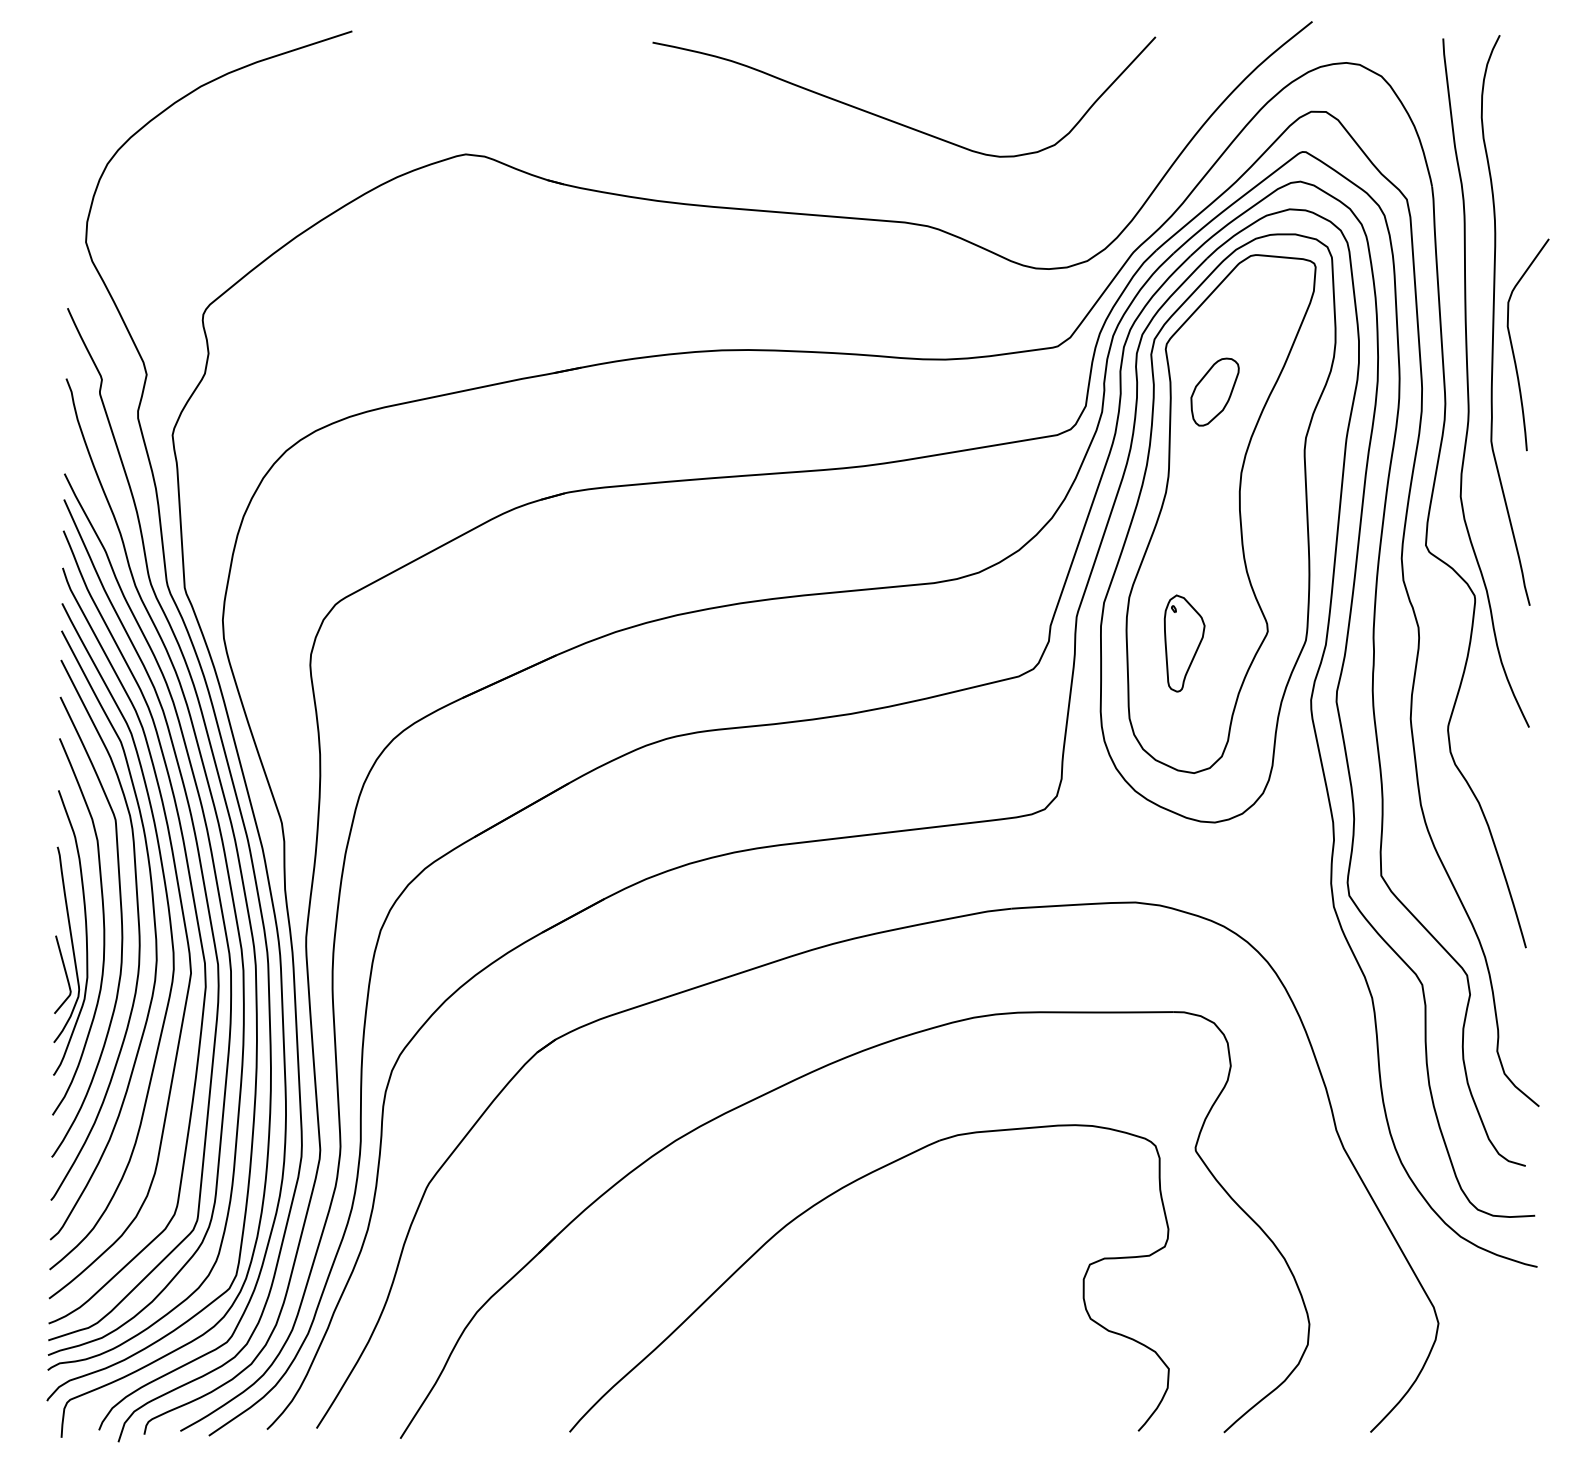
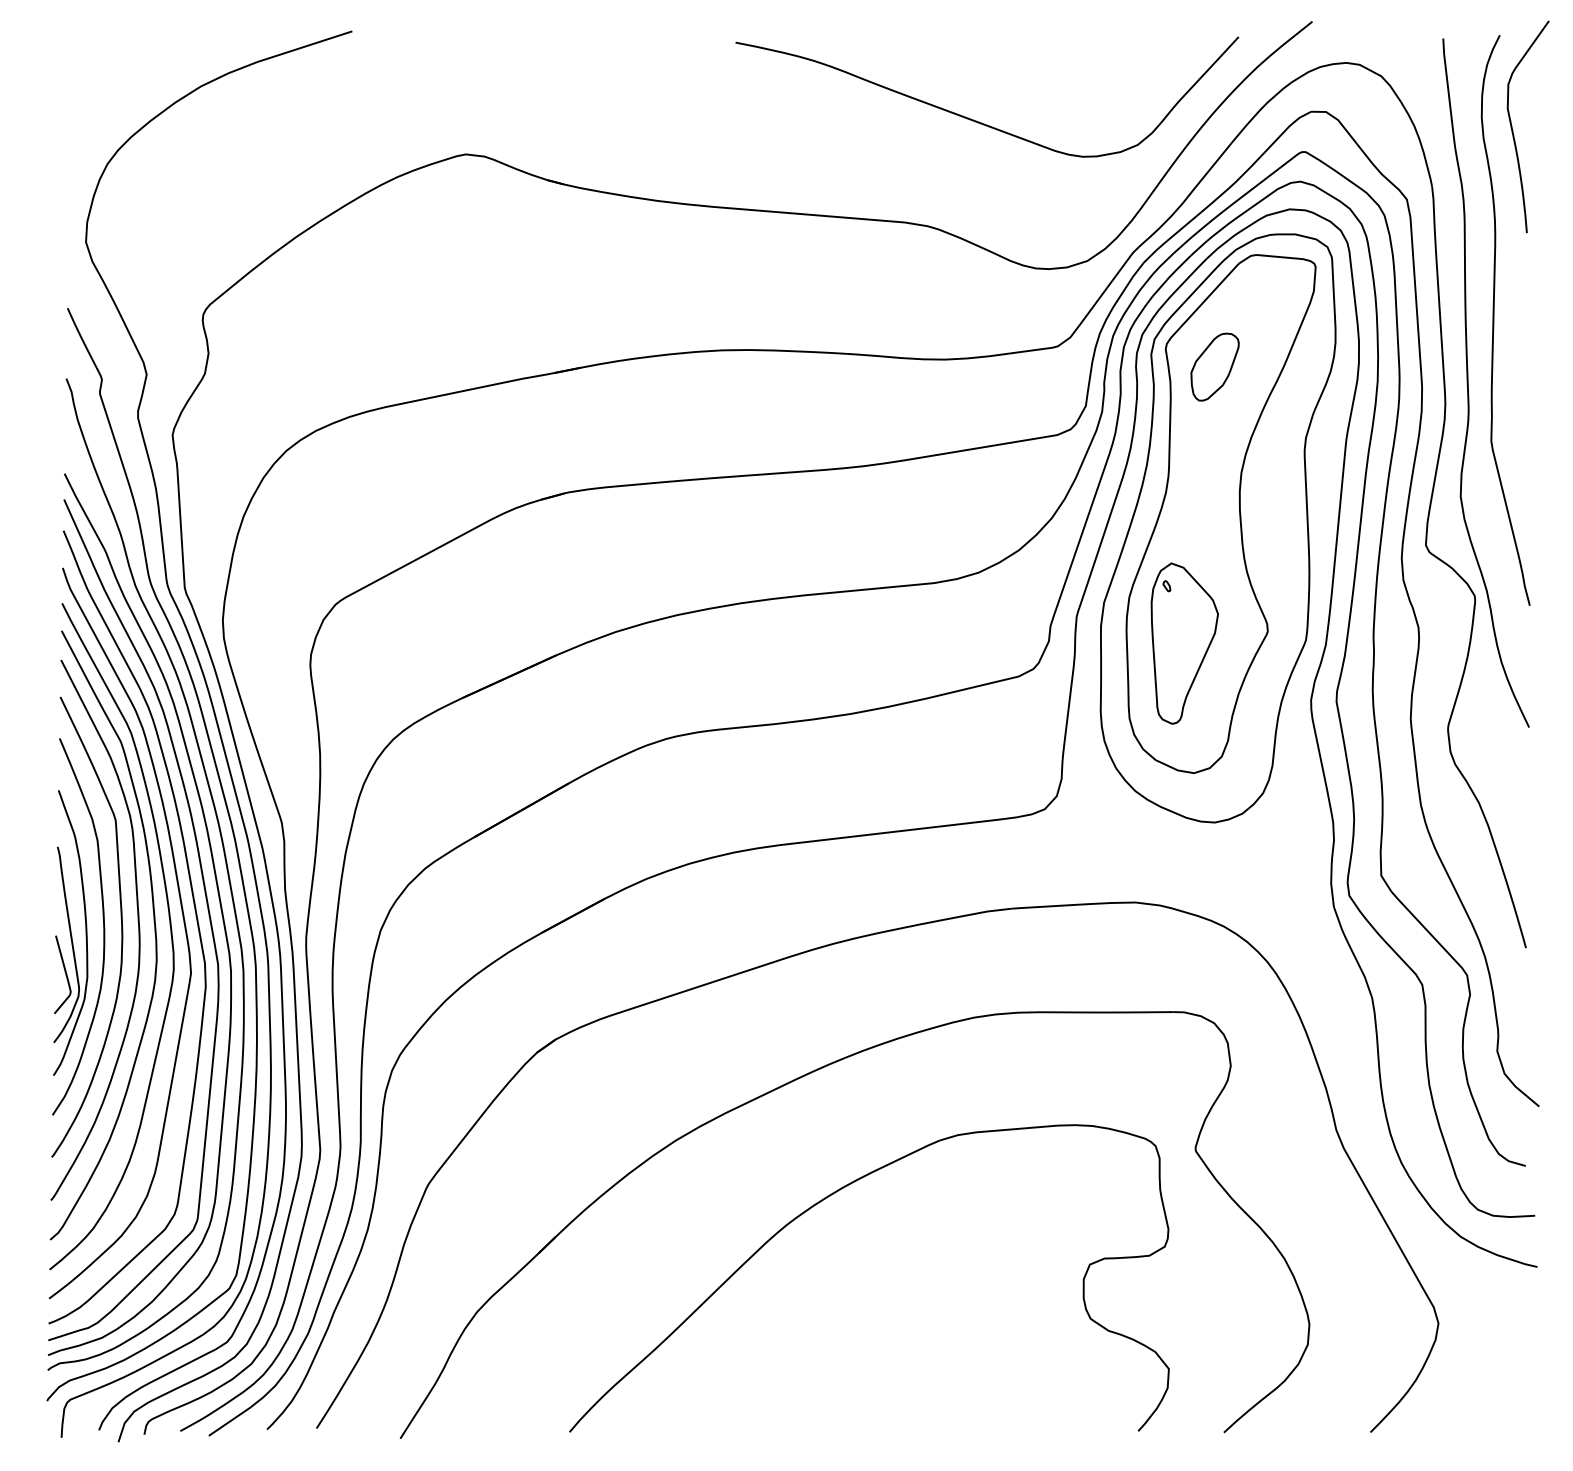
curve at (896, 121) position: (896, 121) -> (979, 121)
curve at (1513, 348) position: (1513, 348) -> (1513, 130)
part at (1214, 391) position: (1214, 391) -> (1214, 366)
part at (1184, 643) size: 43x99 px -> 69x163 px
